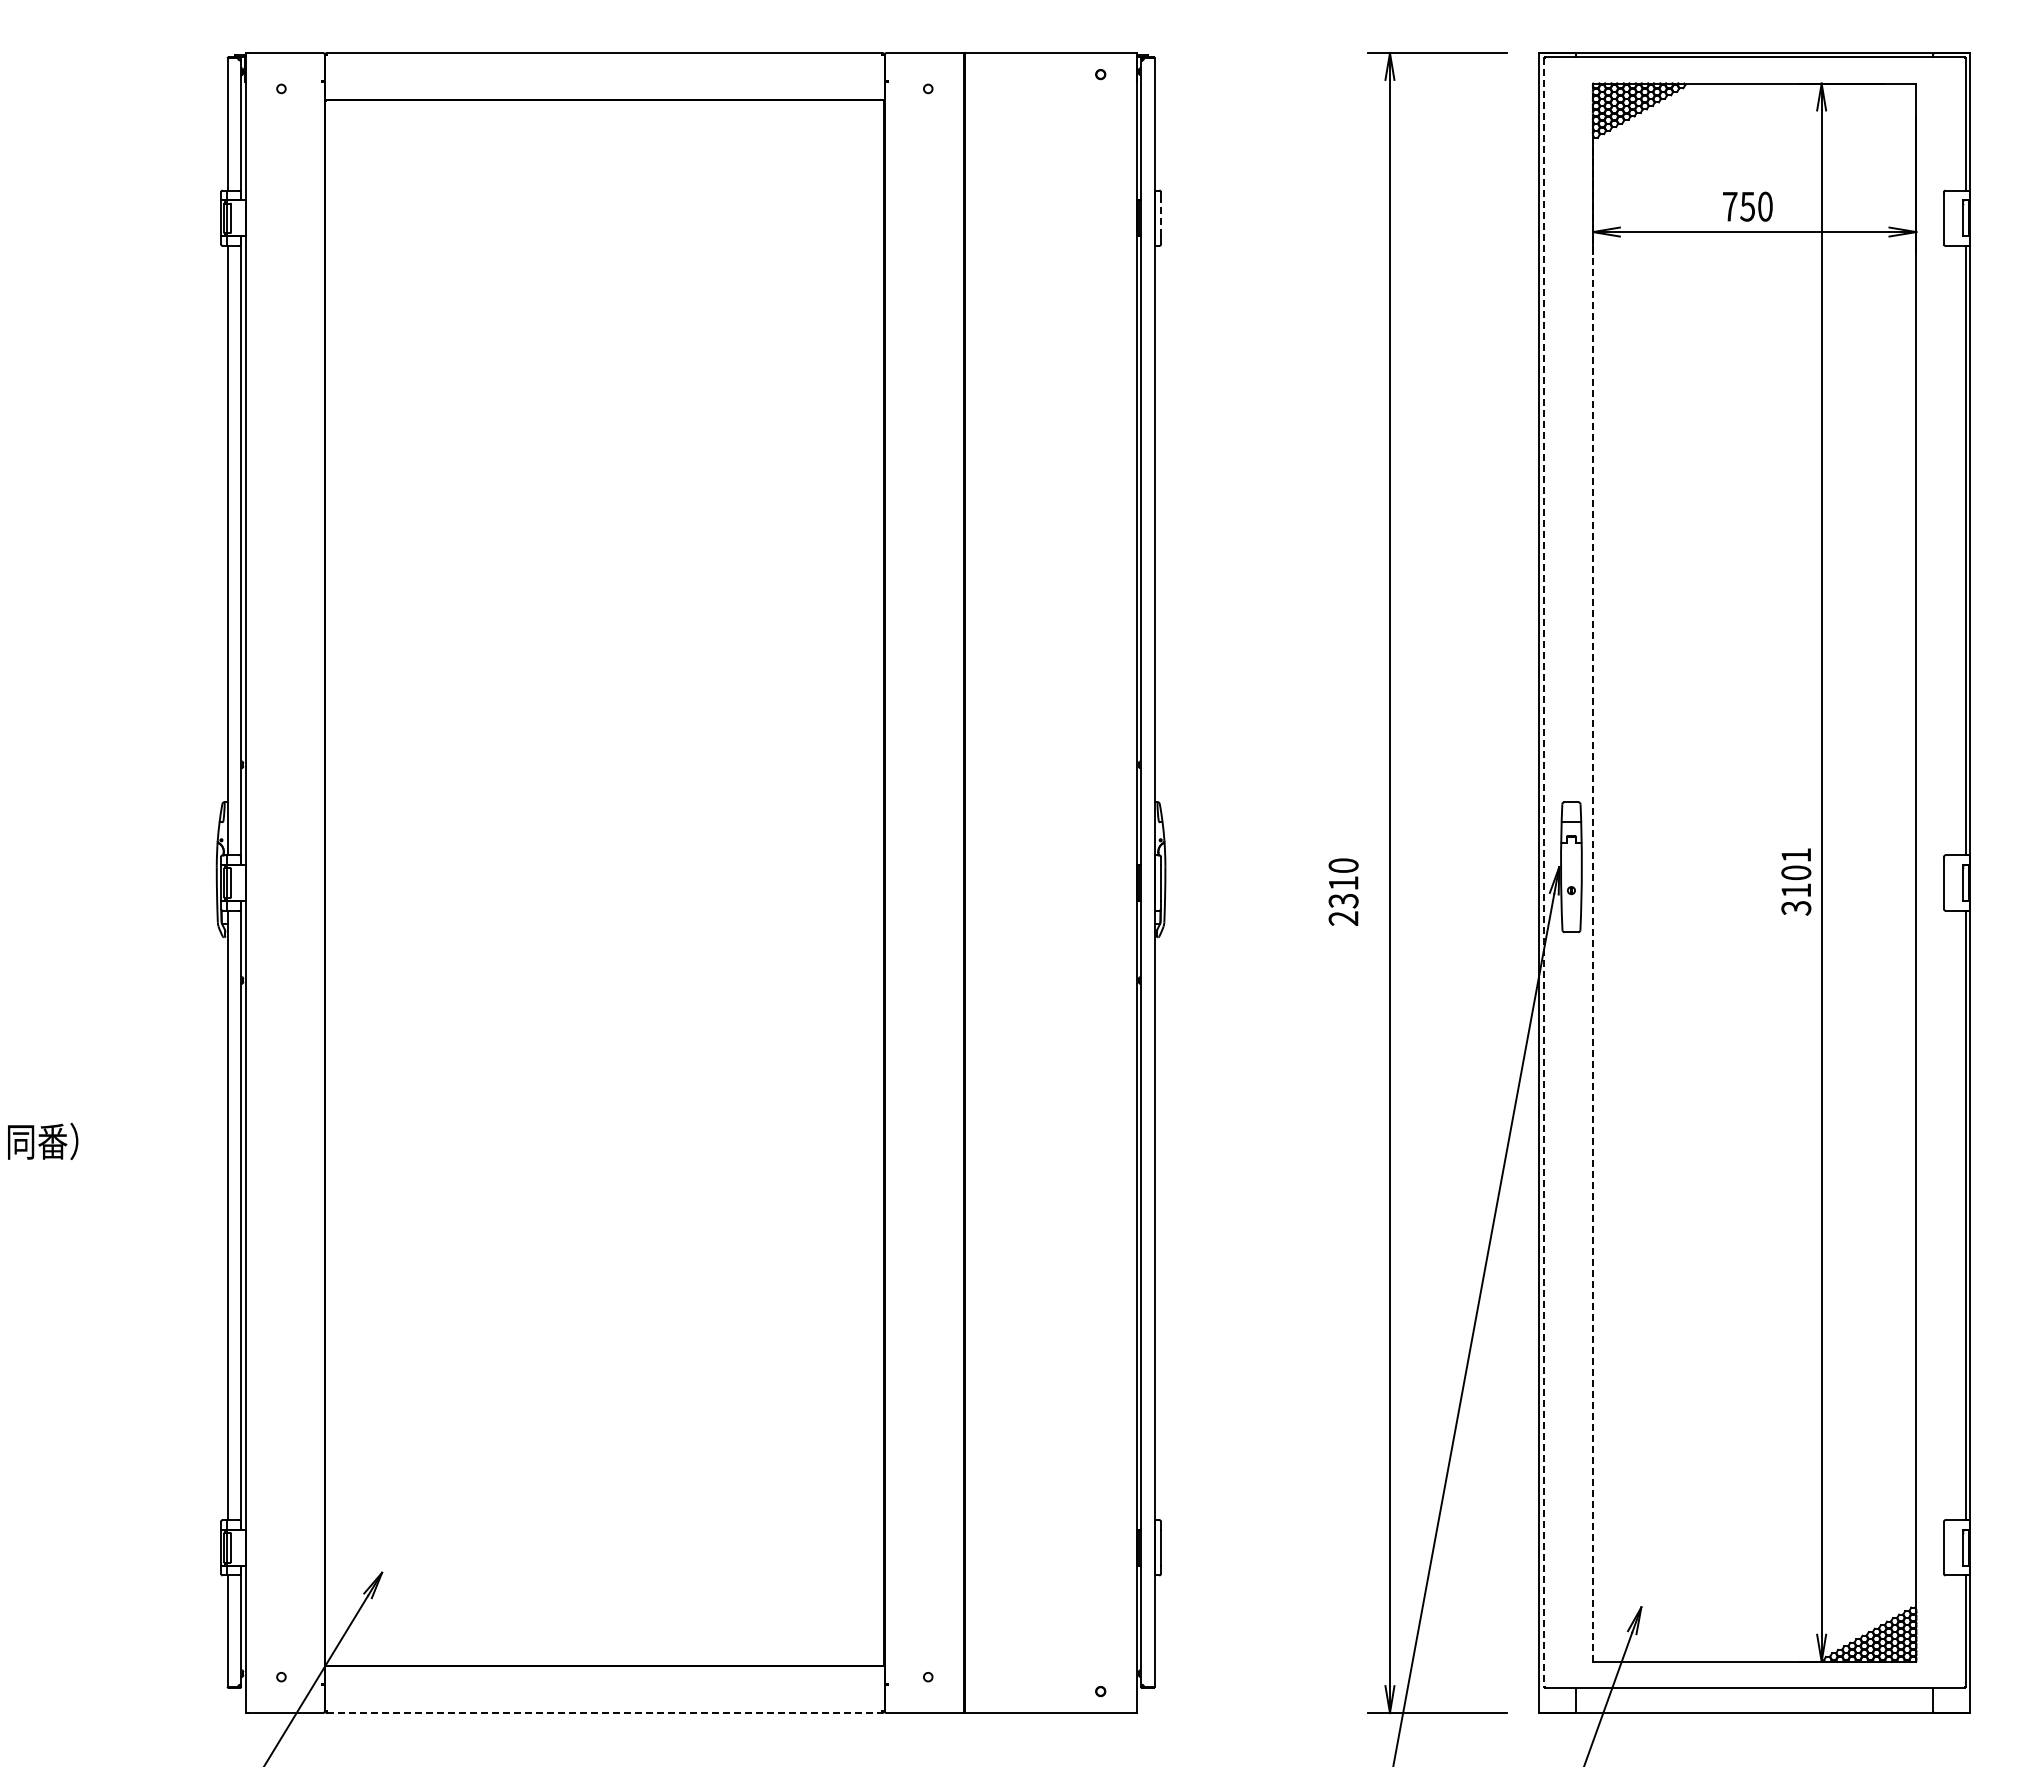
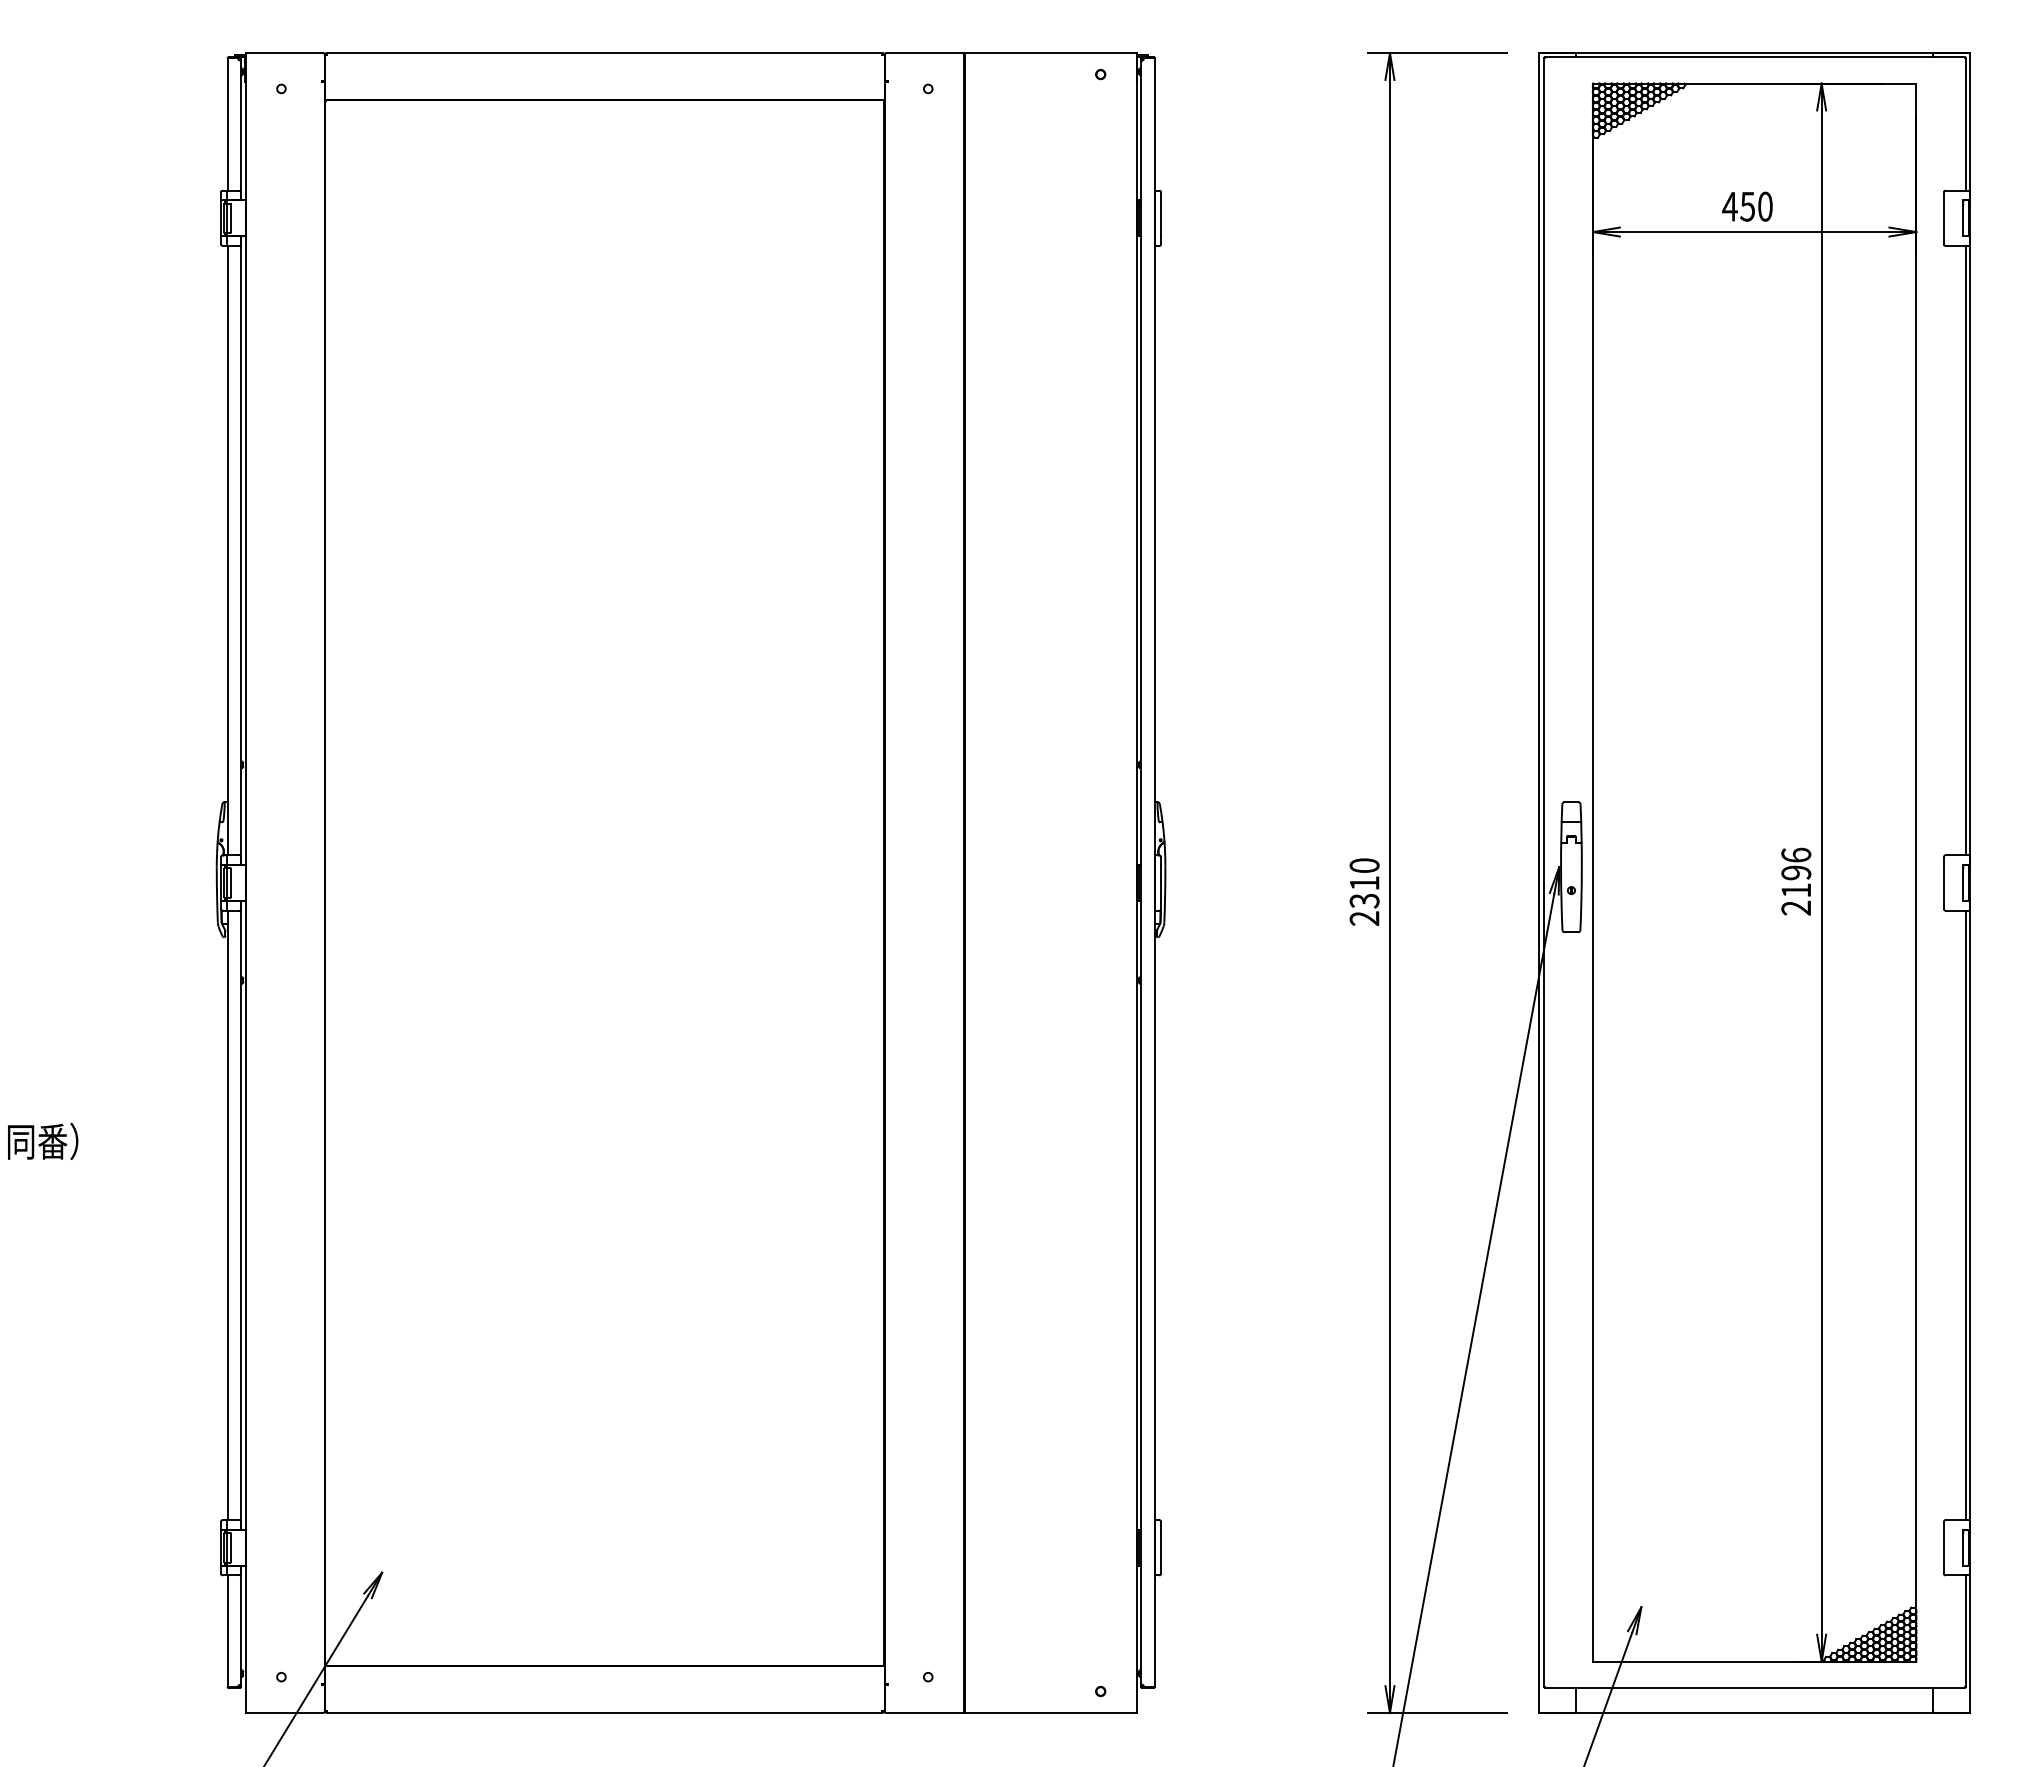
text at (1729, 206): 750 -> 450
line at (1161, 218): dashed -> solid
line at (1543, 872): dashed -> solid
line at (1593, 872): dashed -> solid
text at (1796, 881): 3101 -> 2196
text at (1343, 891) position: (1343, 891) -> (1364, 891)
line at (605, 1713): dashed -> solid
